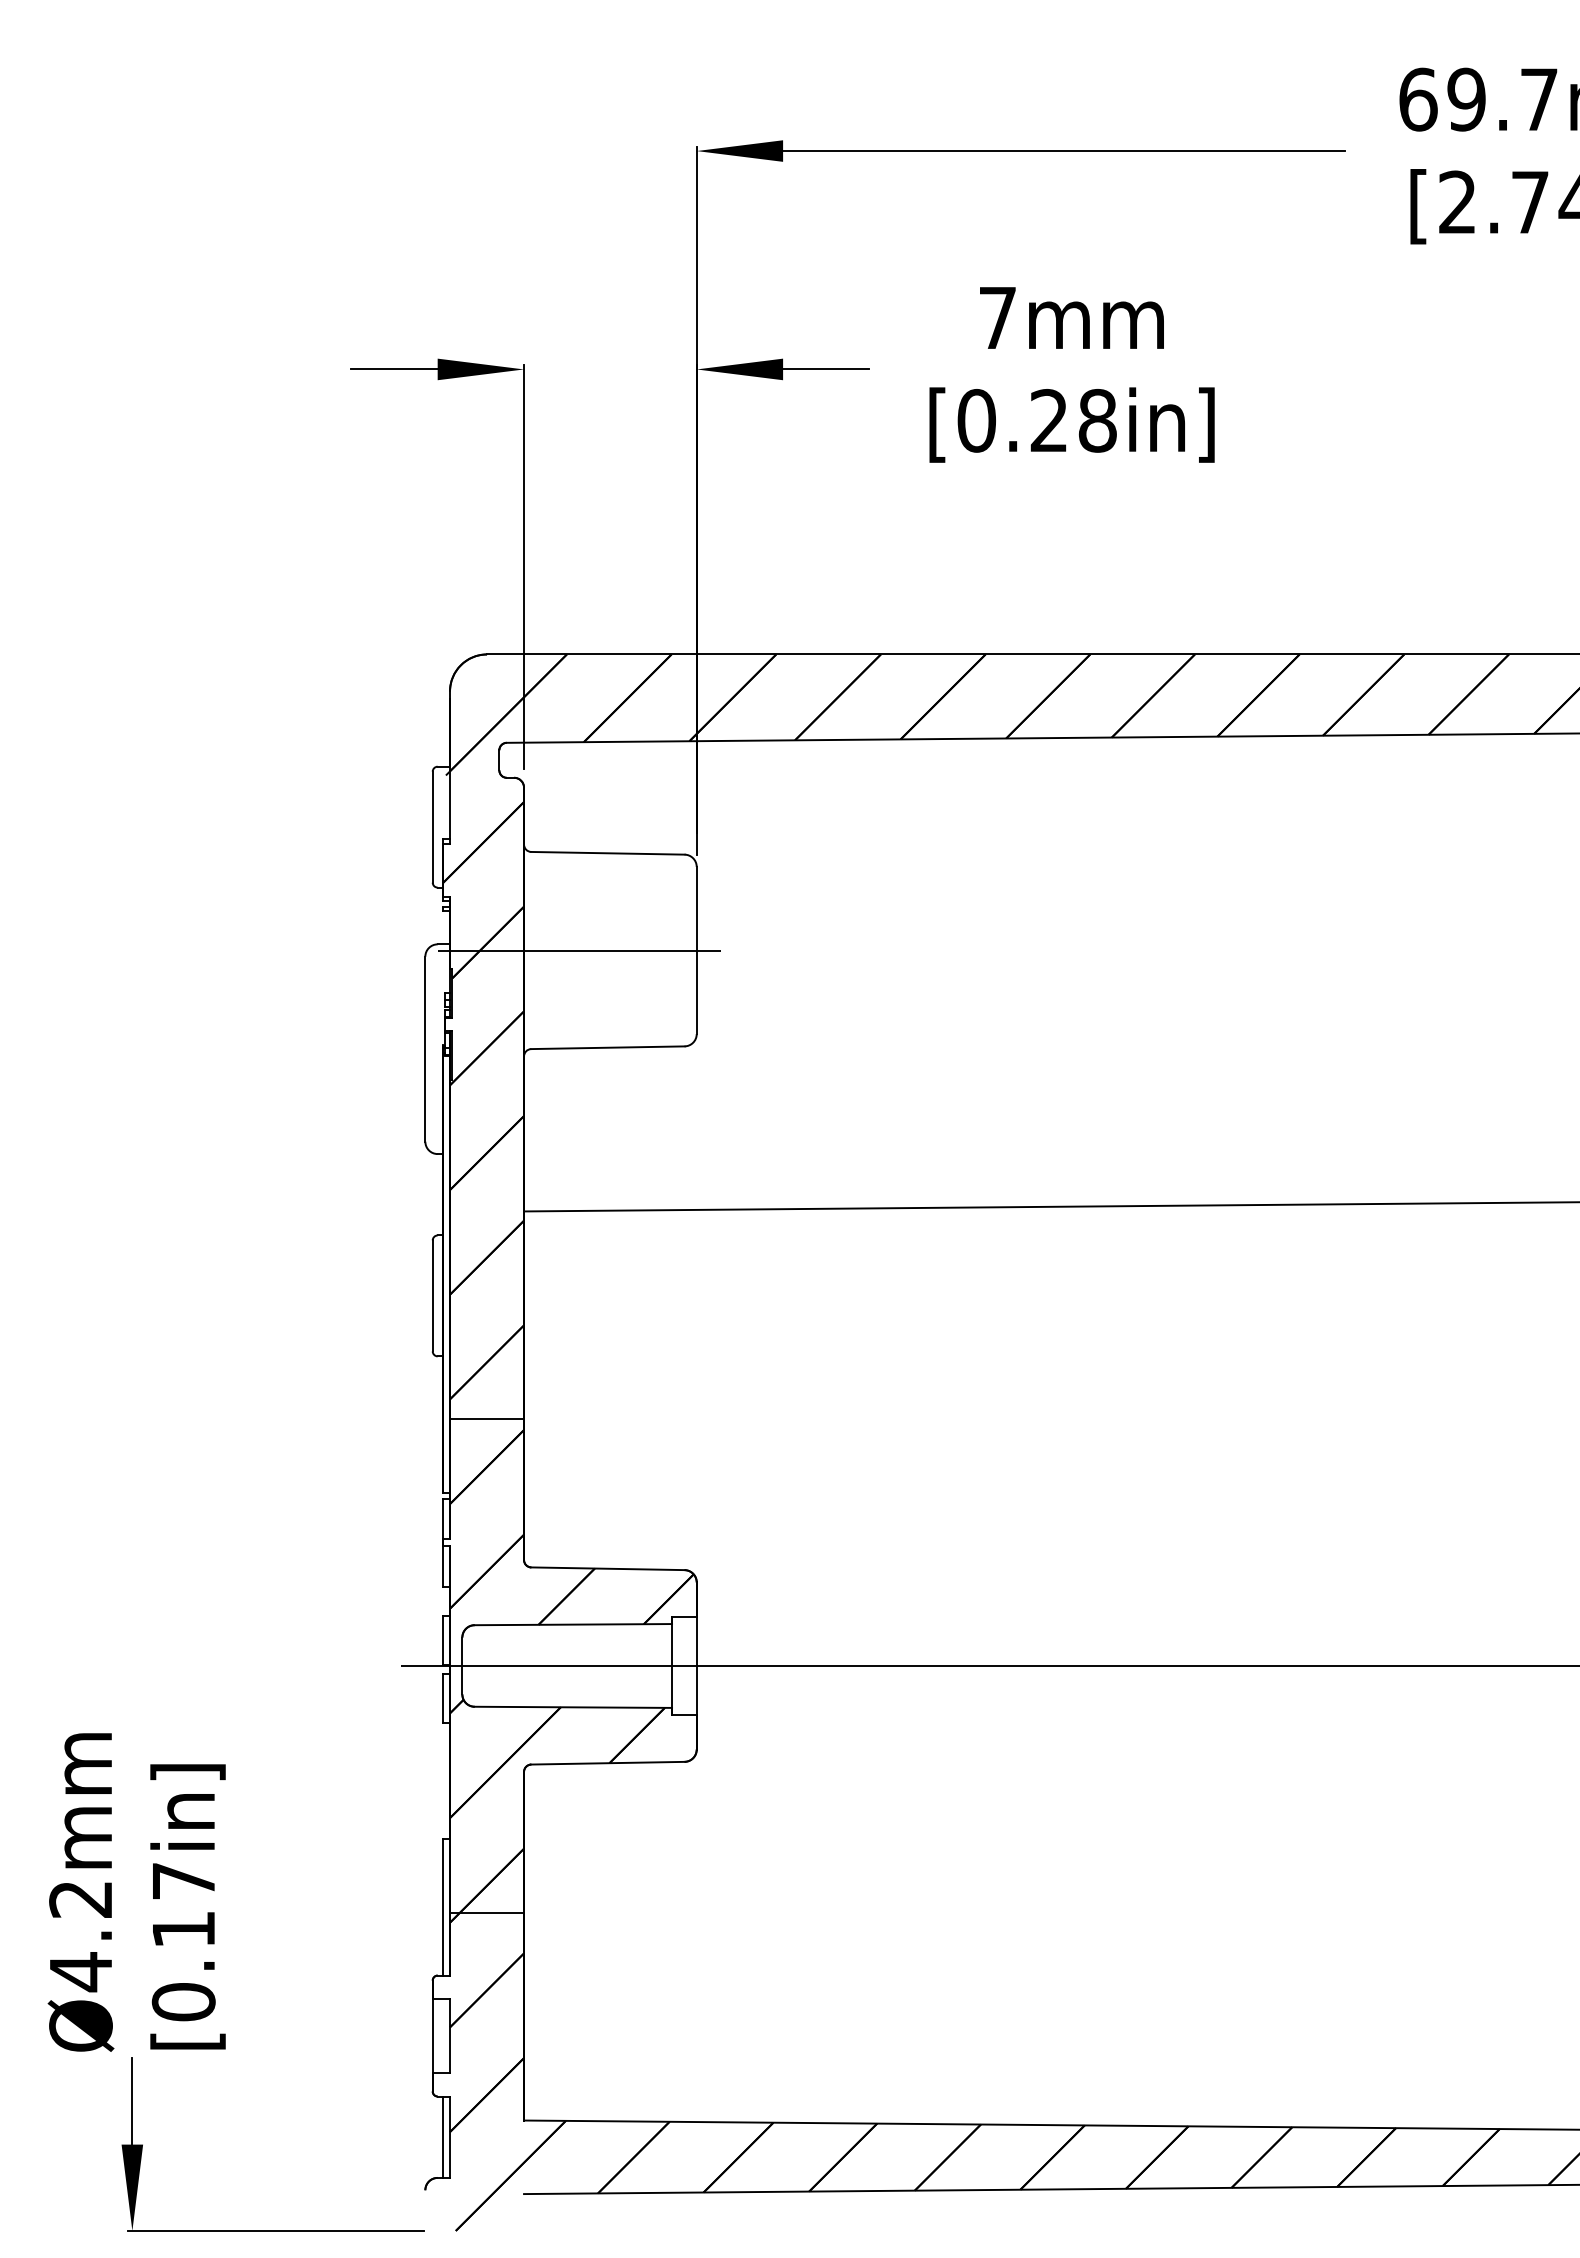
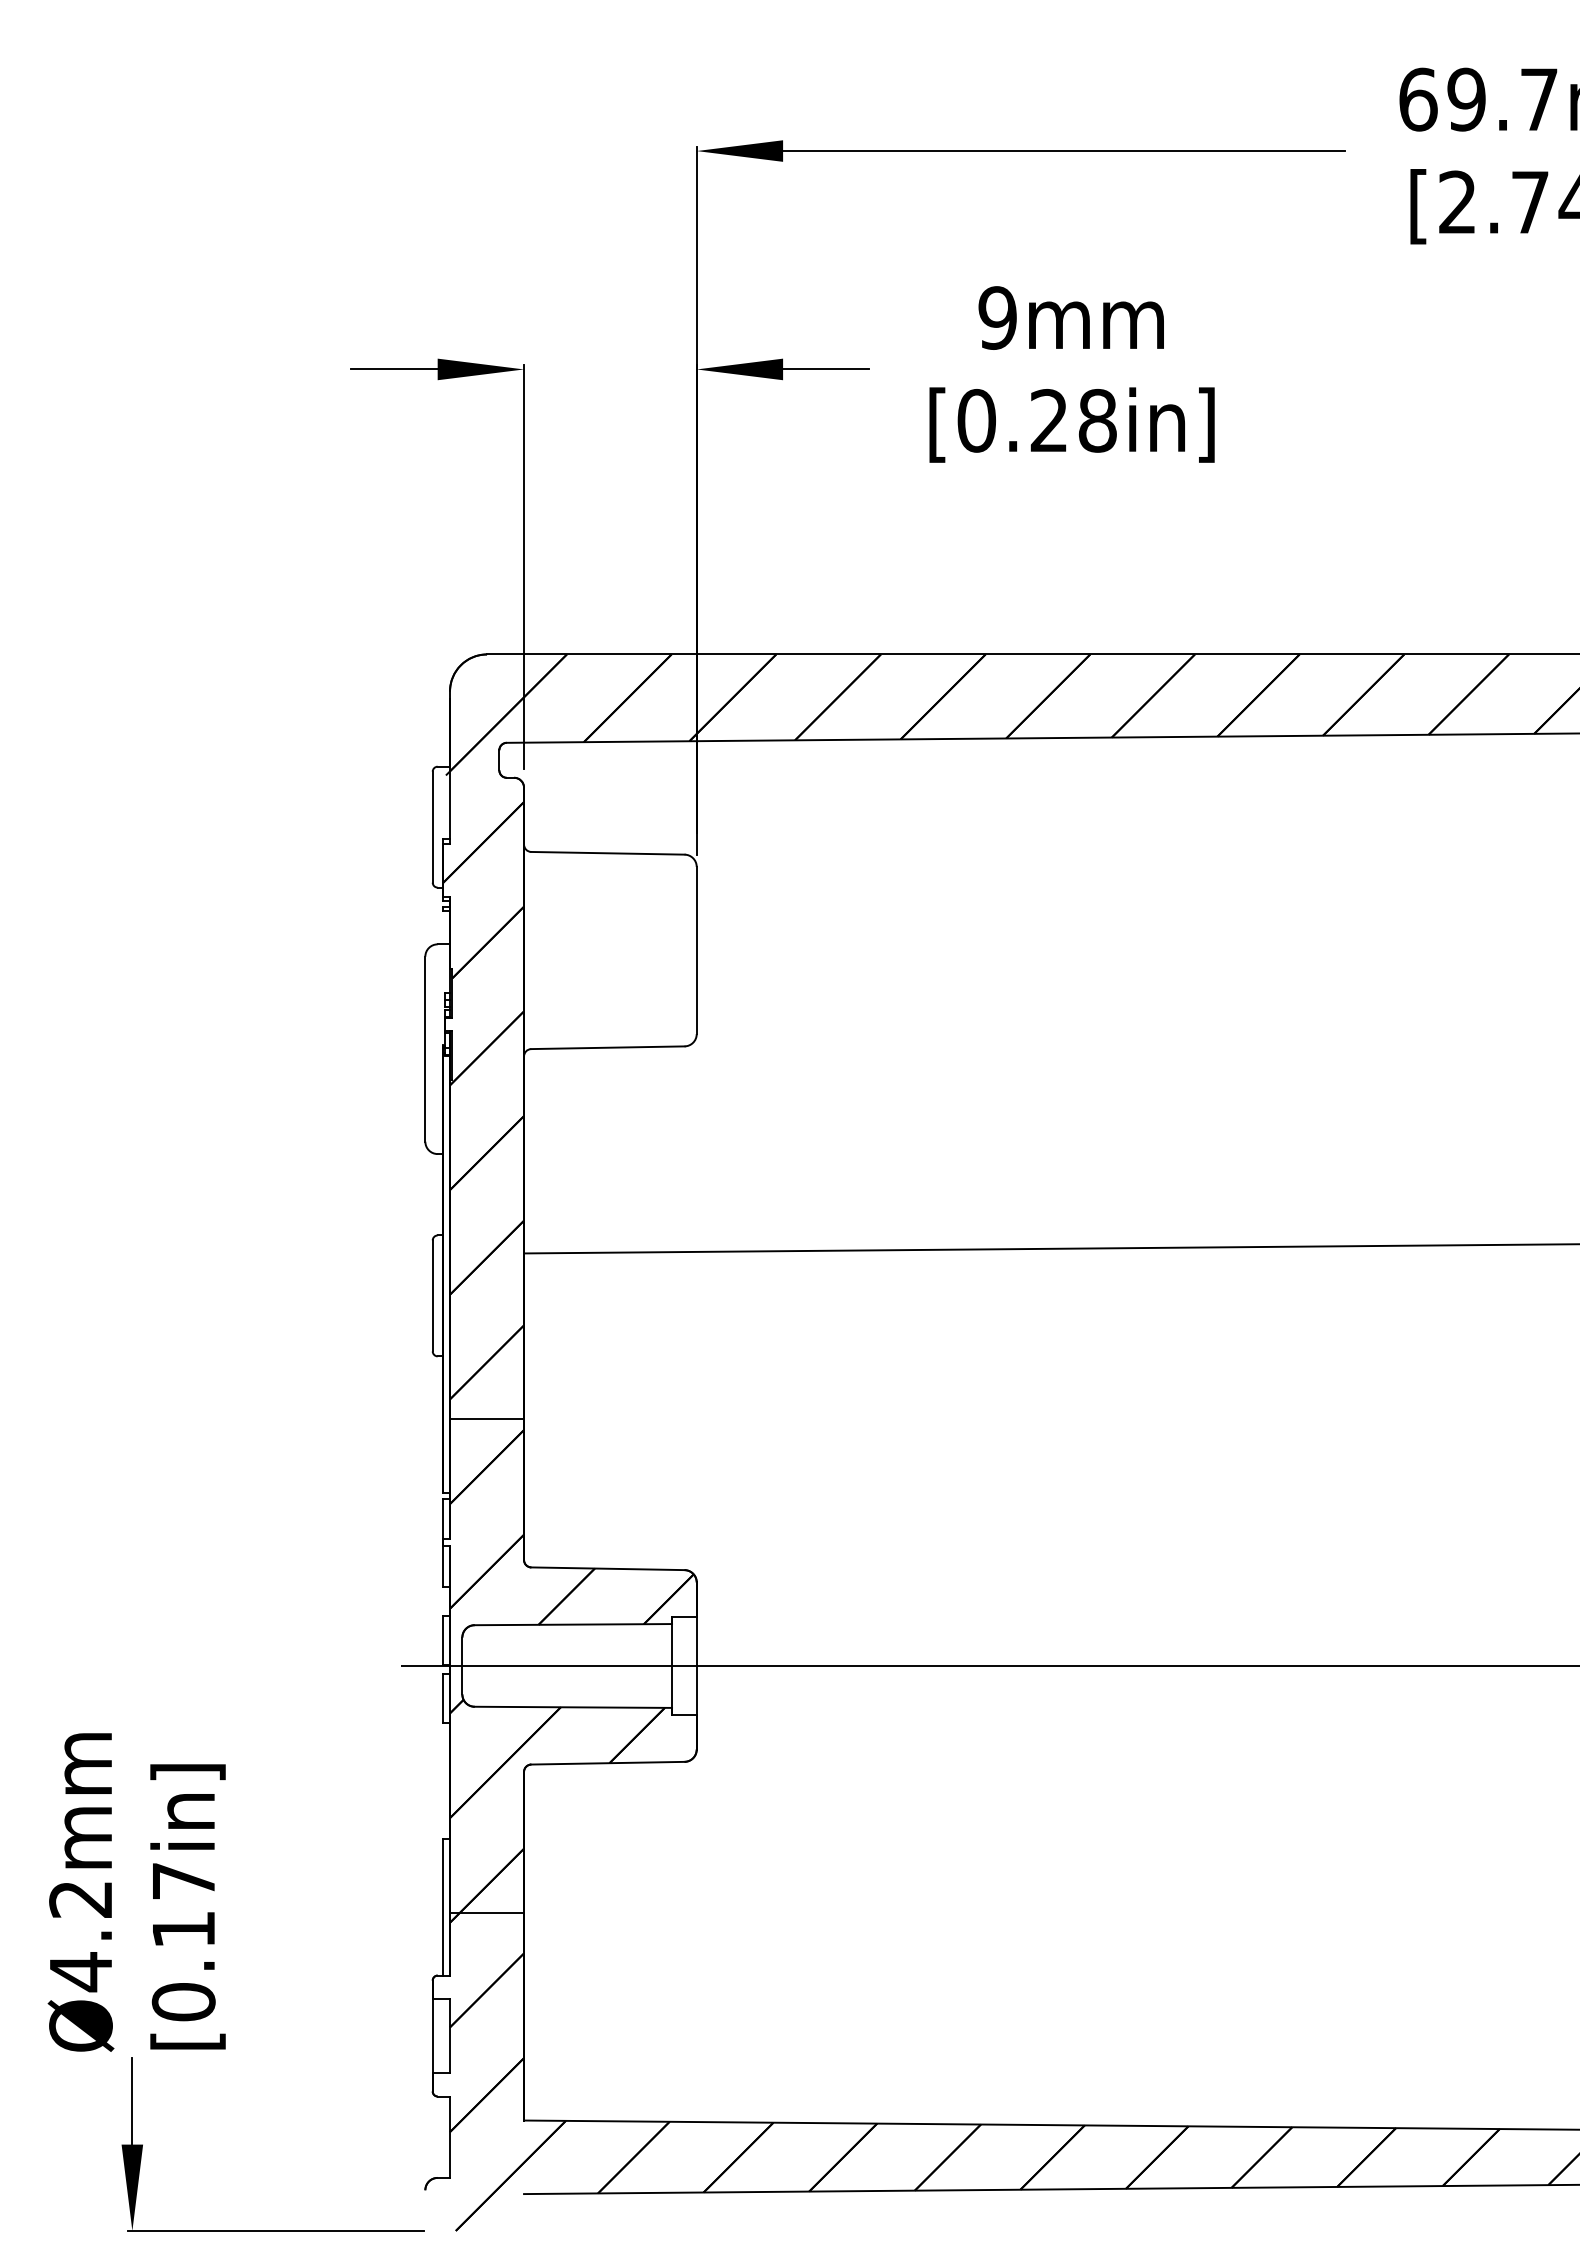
text at (997, 317): 7mm -> 9mm
line at (579, 950): present -> none
line at (1050, 1206) position: (1050, 1206) -> (1050, 1248)
line at (442, 2136): present -> none
